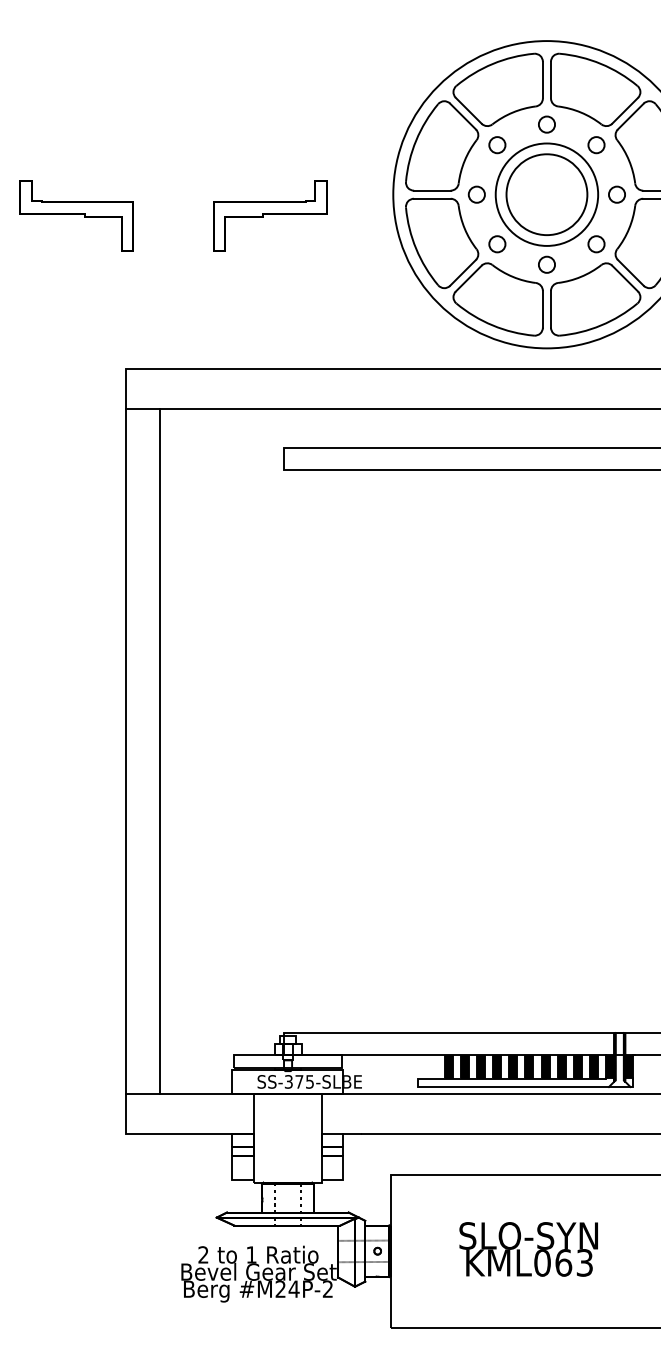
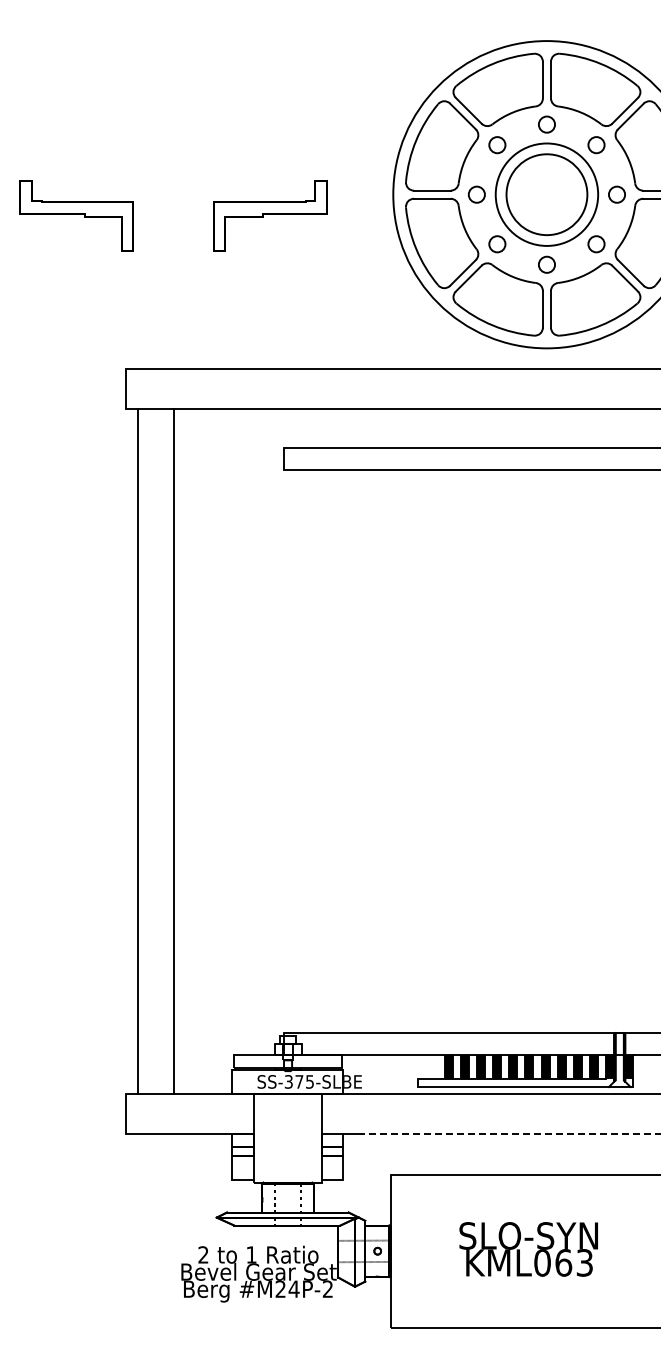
line at (126, 751) position: (126, 751) -> (138, 751)
line at (160, 751) position: (160, 751) -> (174, 751)
line at (511, 1134): solid -> dashed
